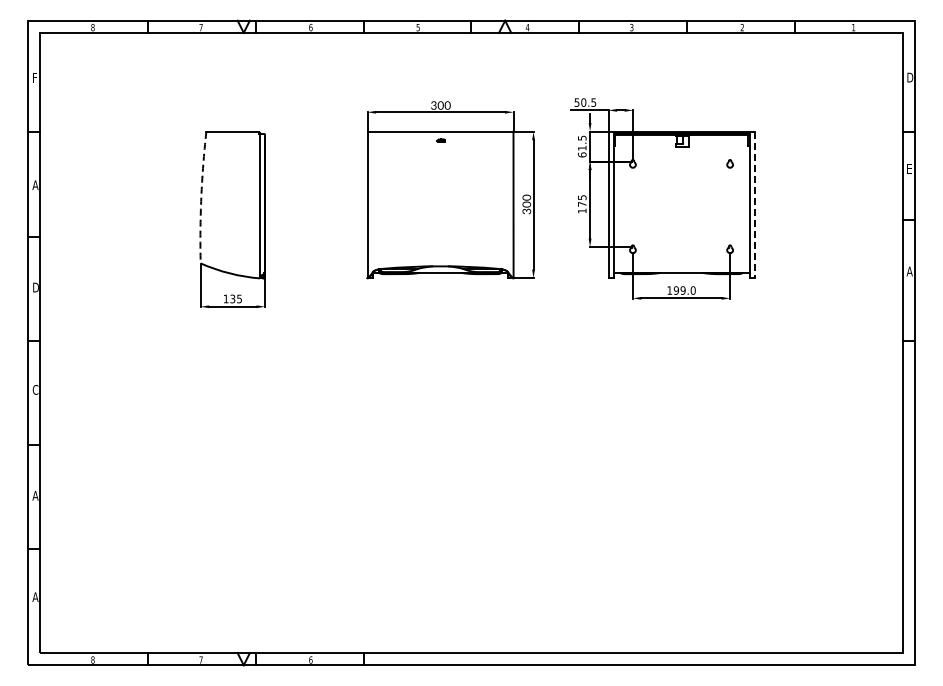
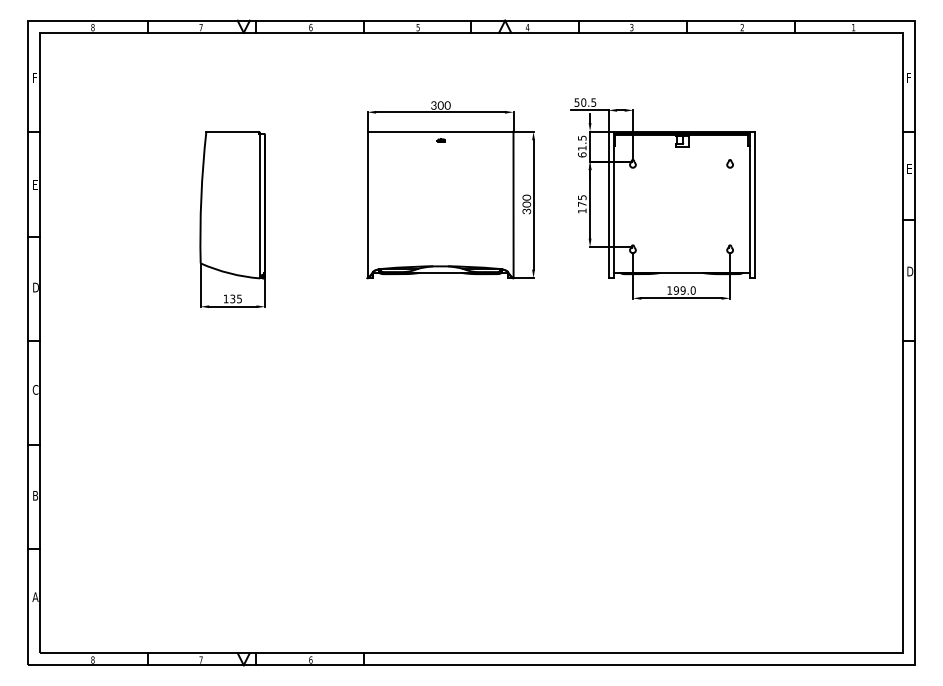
text at (910, 77): D -> F
text at (35, 184): A -> E
arc at (201, 197): dashed -> solid
line at (754, 205): dashed -> solid
text at (909, 271): A -> D
text at (35, 495): A -> B
